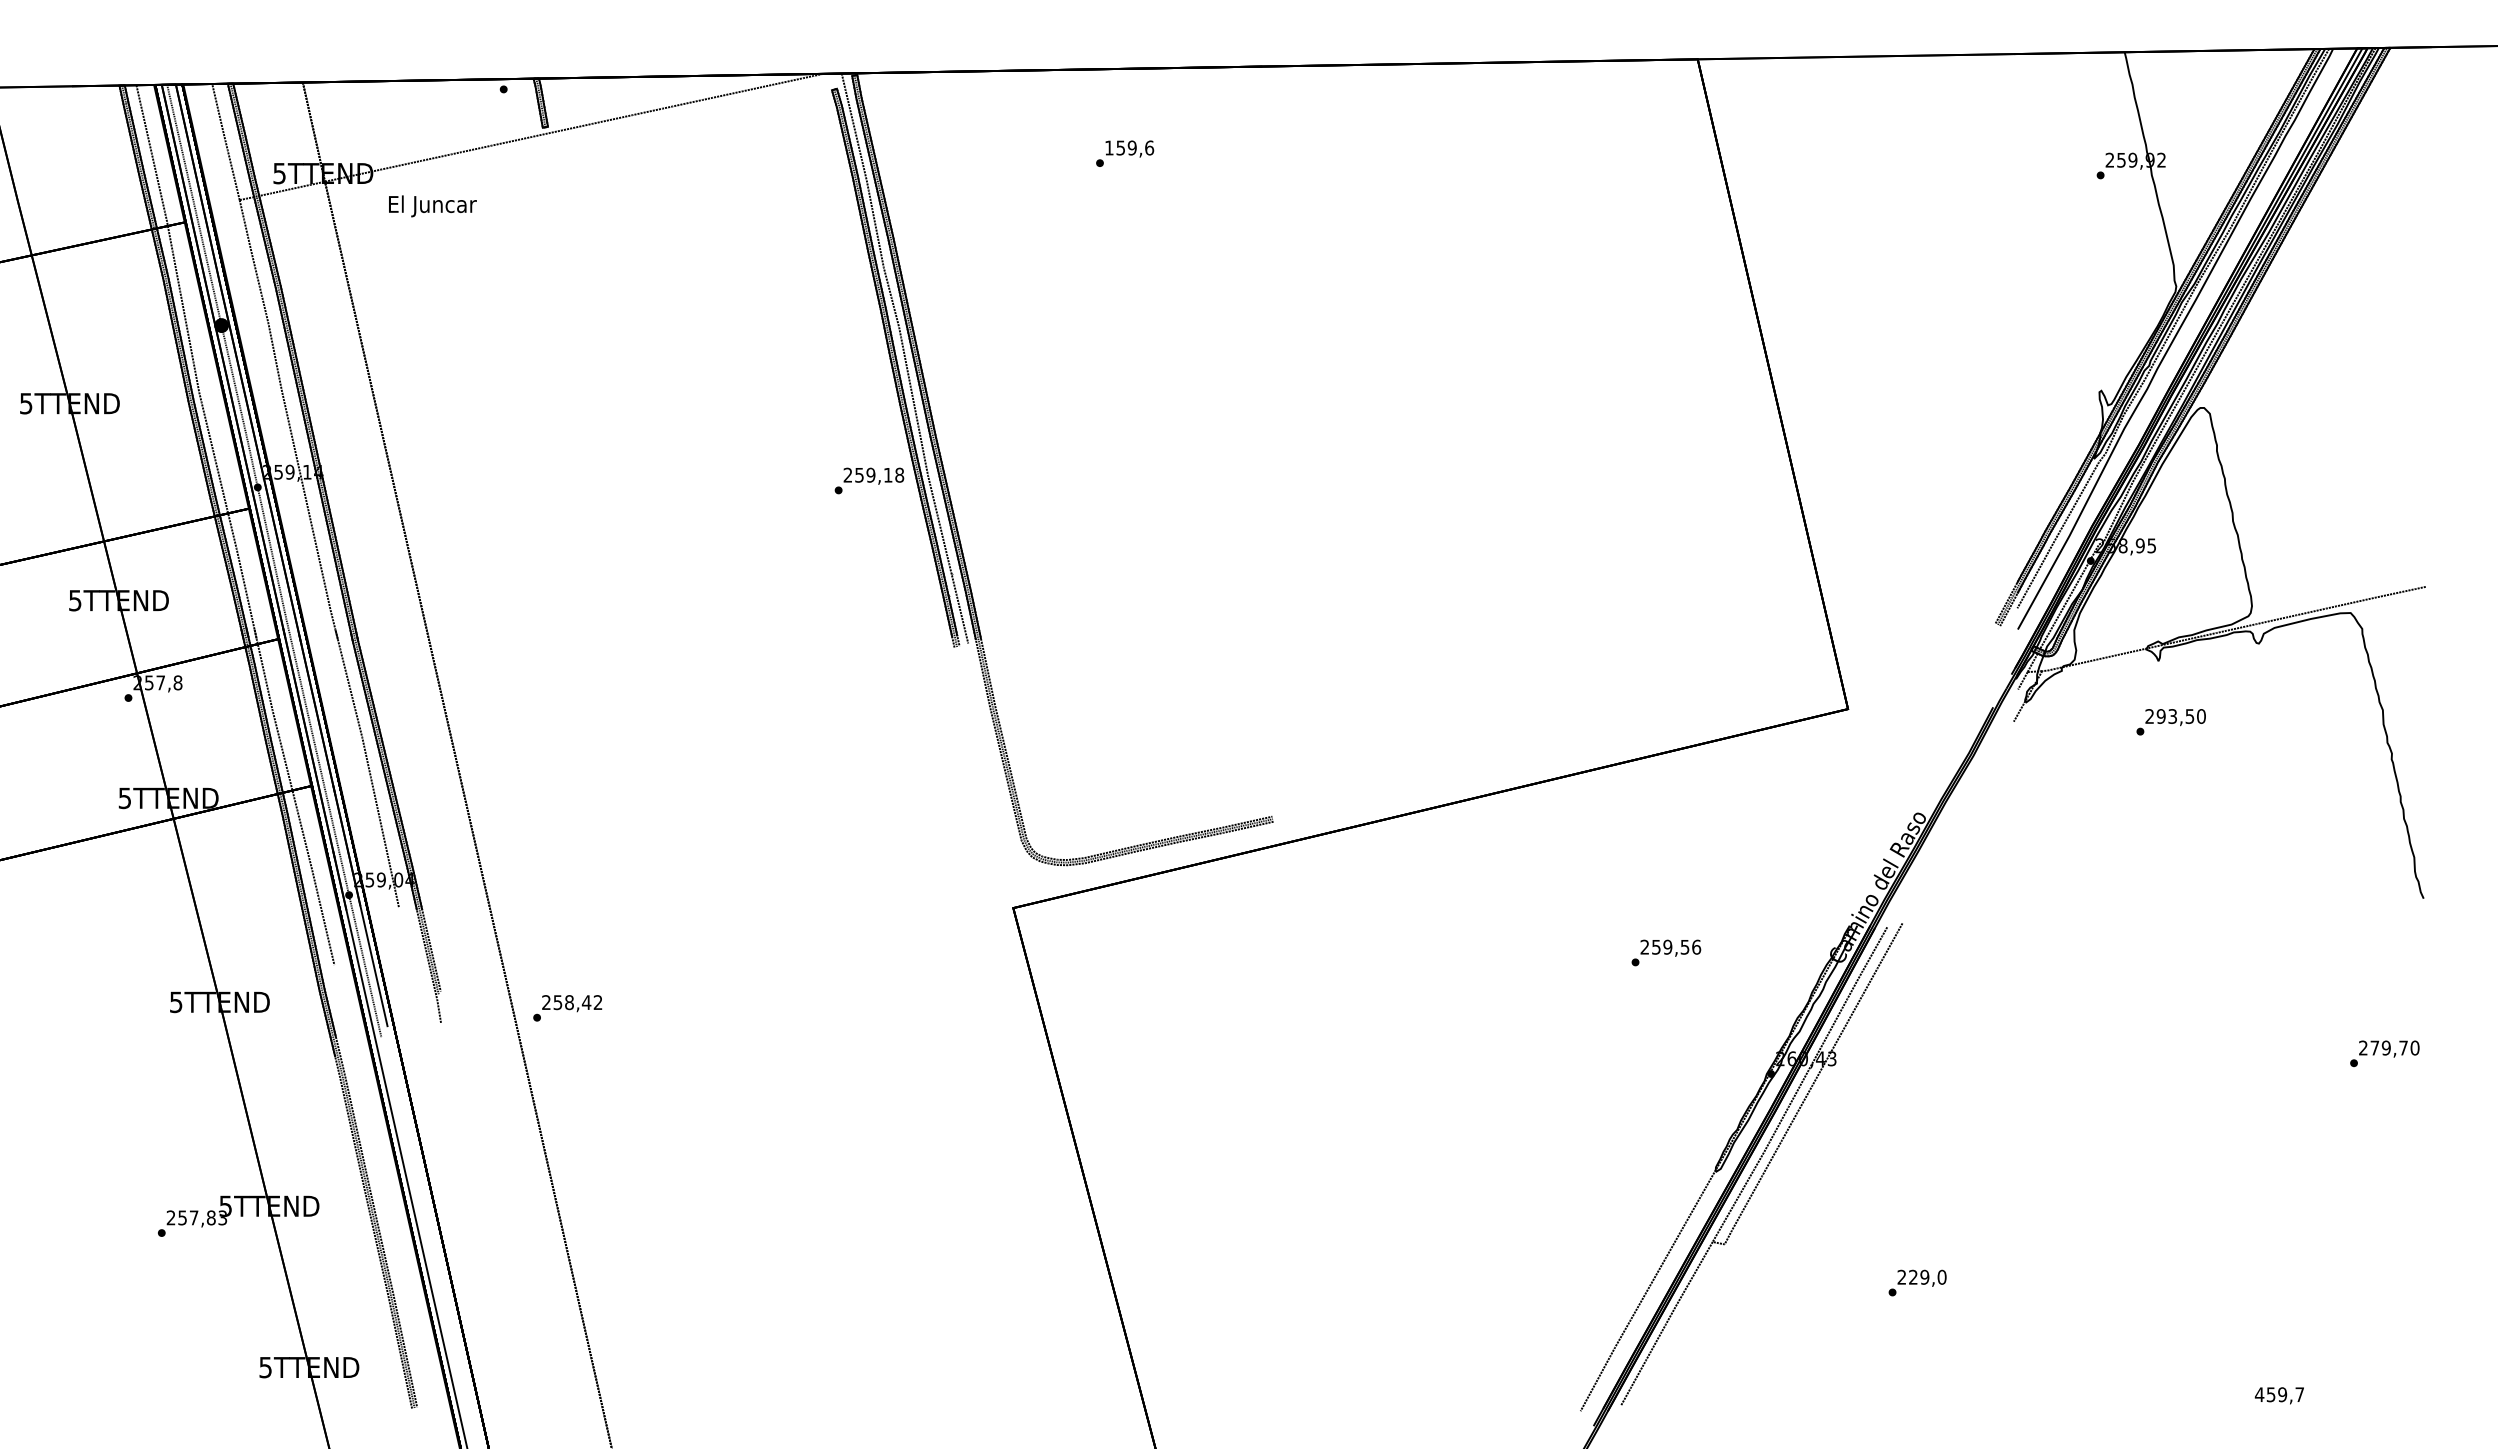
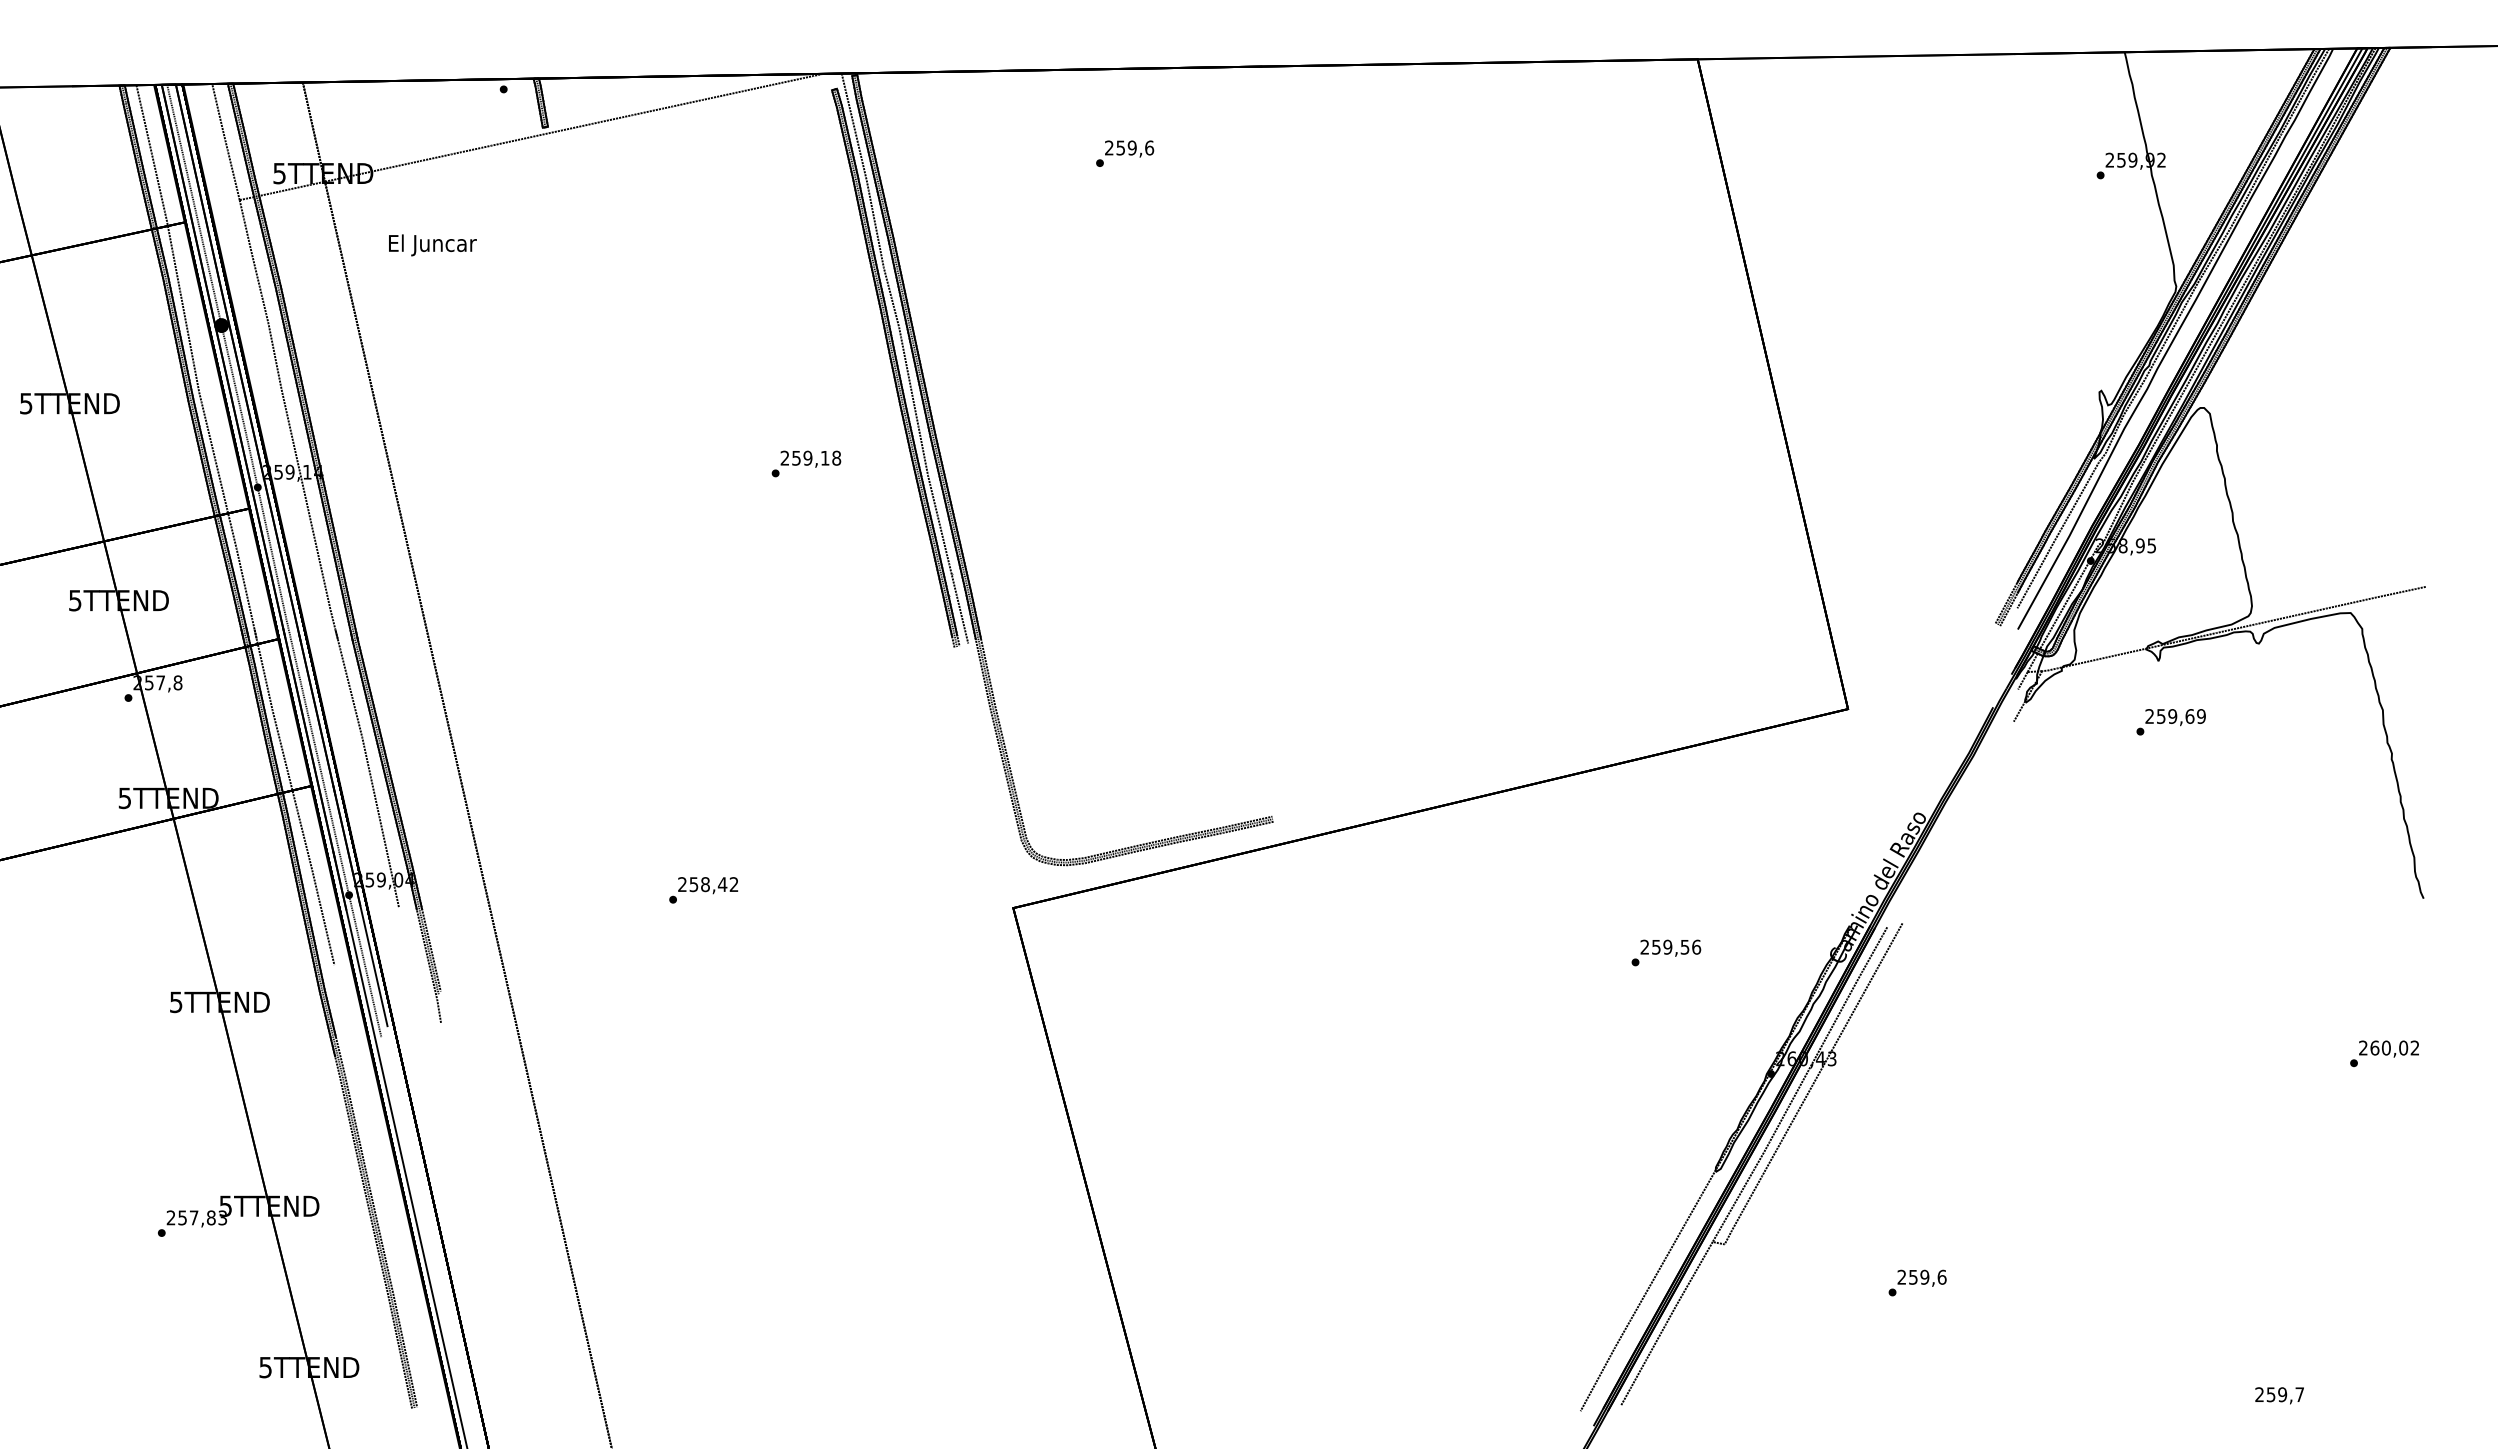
text at (1109, 147): 159,6 -> 259,6
text at (432, 206) position: (432, 206) -> (432, 245)
text at (869, 480) position: (869, 480) -> (806, 463)
text at (2180, 716): 293,50 -> 259,69
text at (567, 1008) position: (567, 1008) -> (703, 890)
text at (2394, 1047): 279,70 -> 260,02
text at (1927, 1276): 229,0 -> 259,6
text at (2259, 1394): 459,7 -> 259,7
